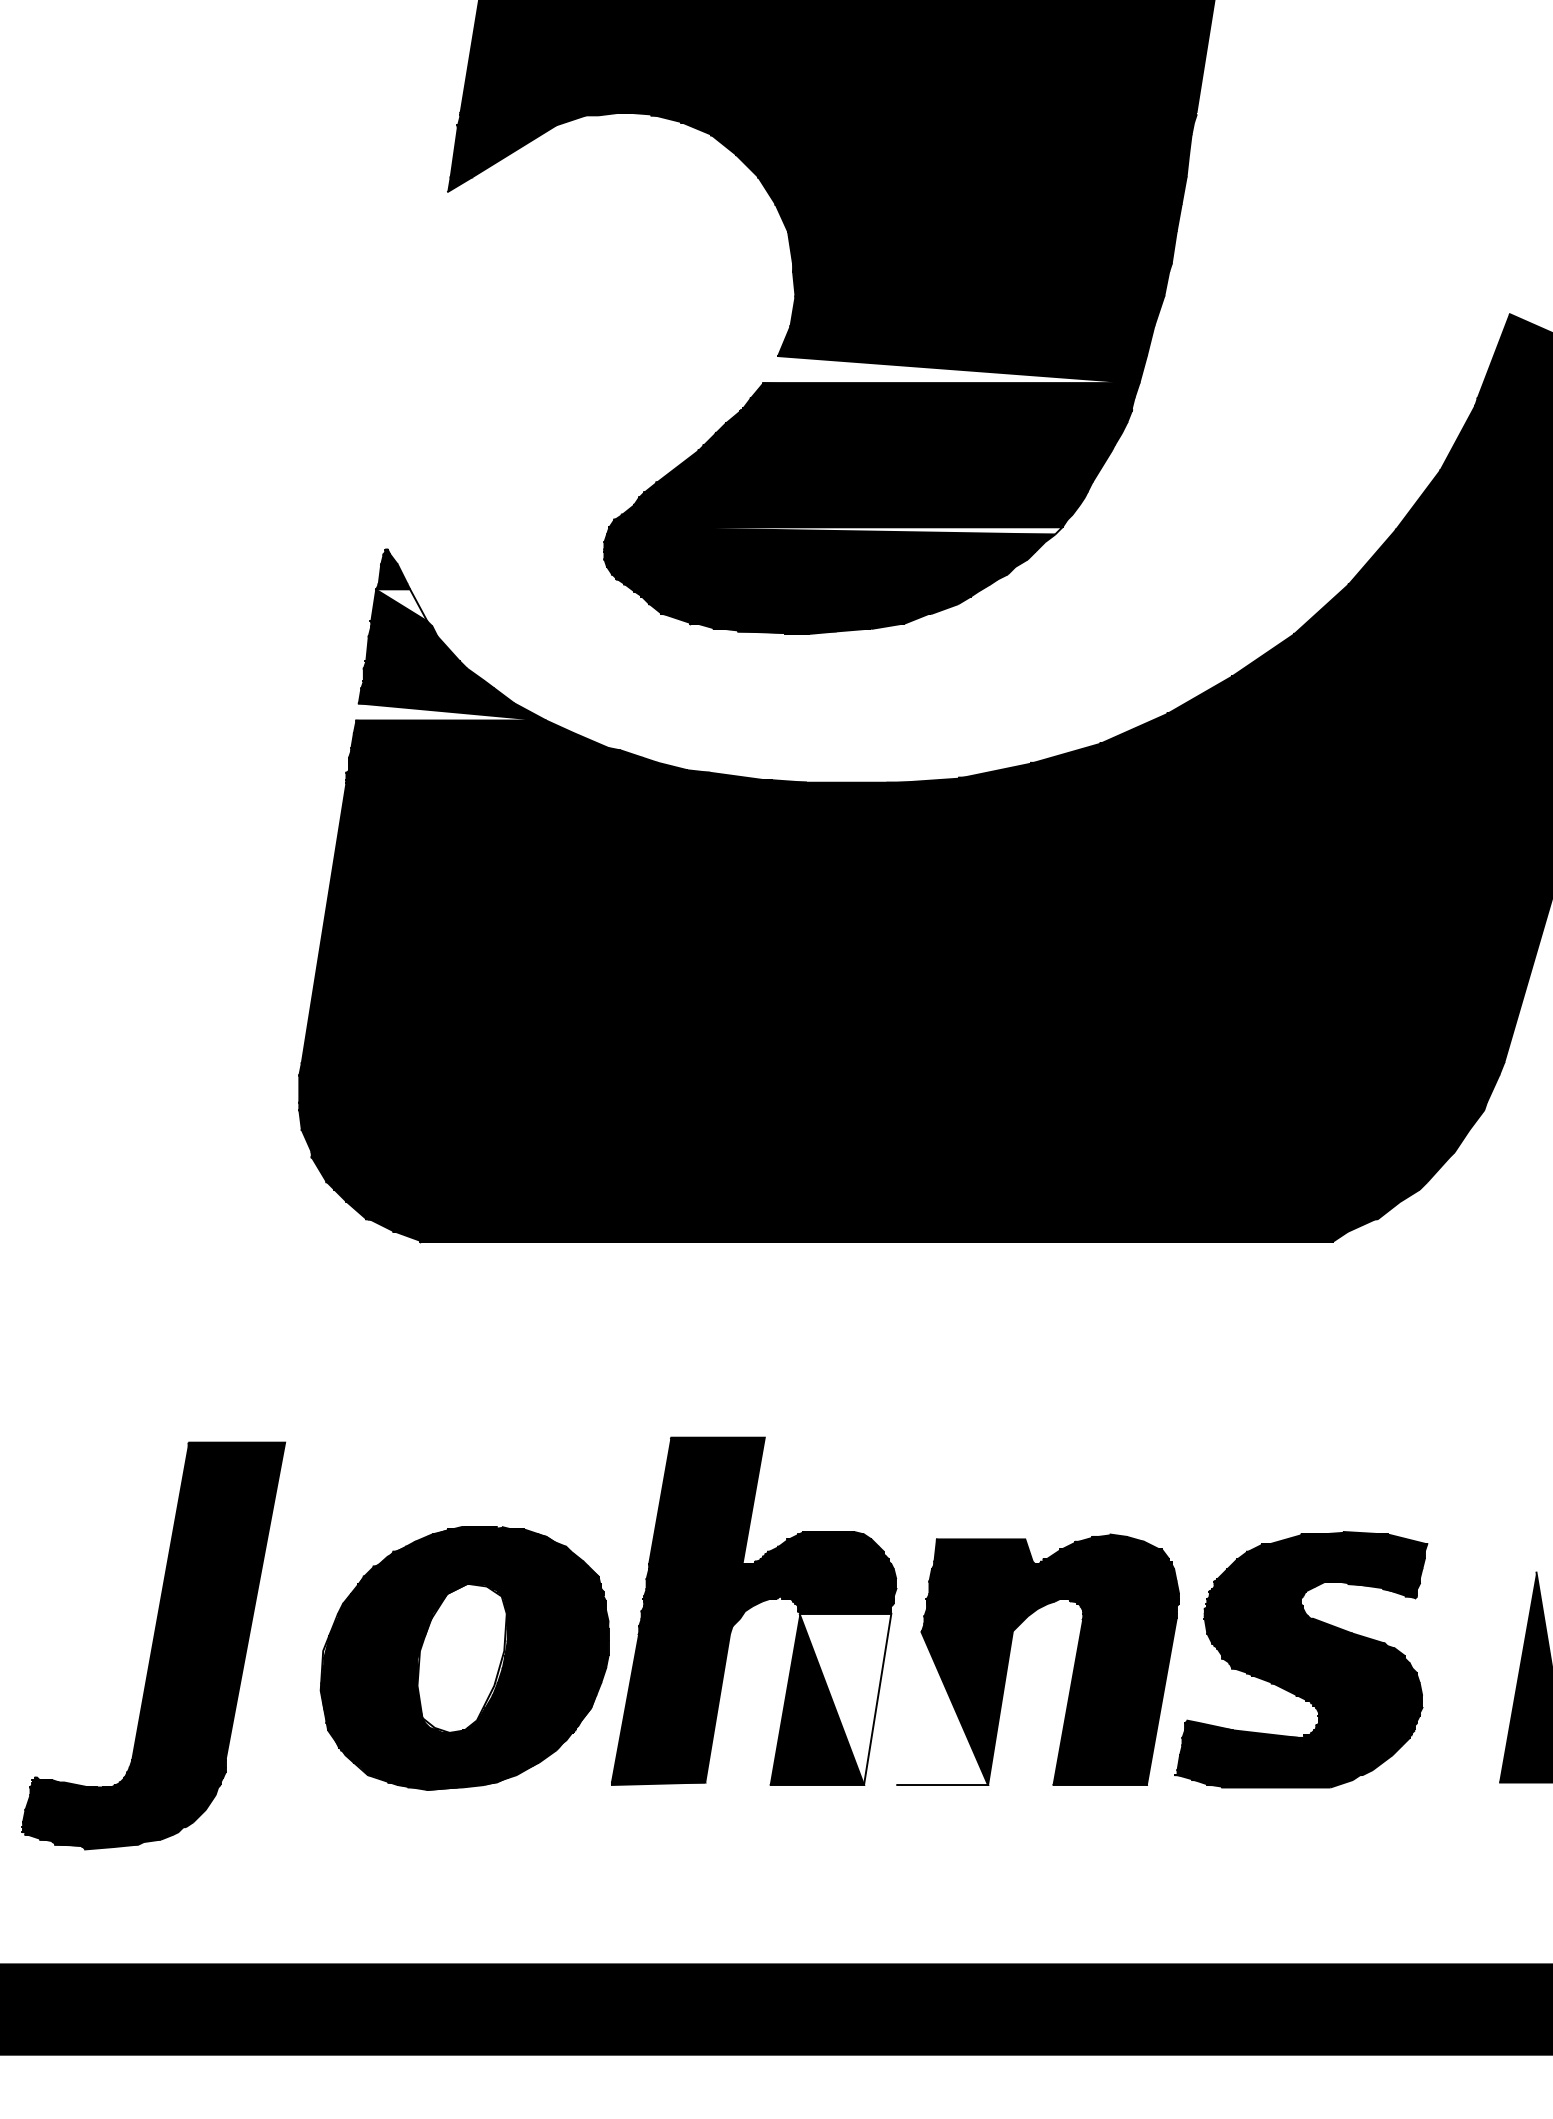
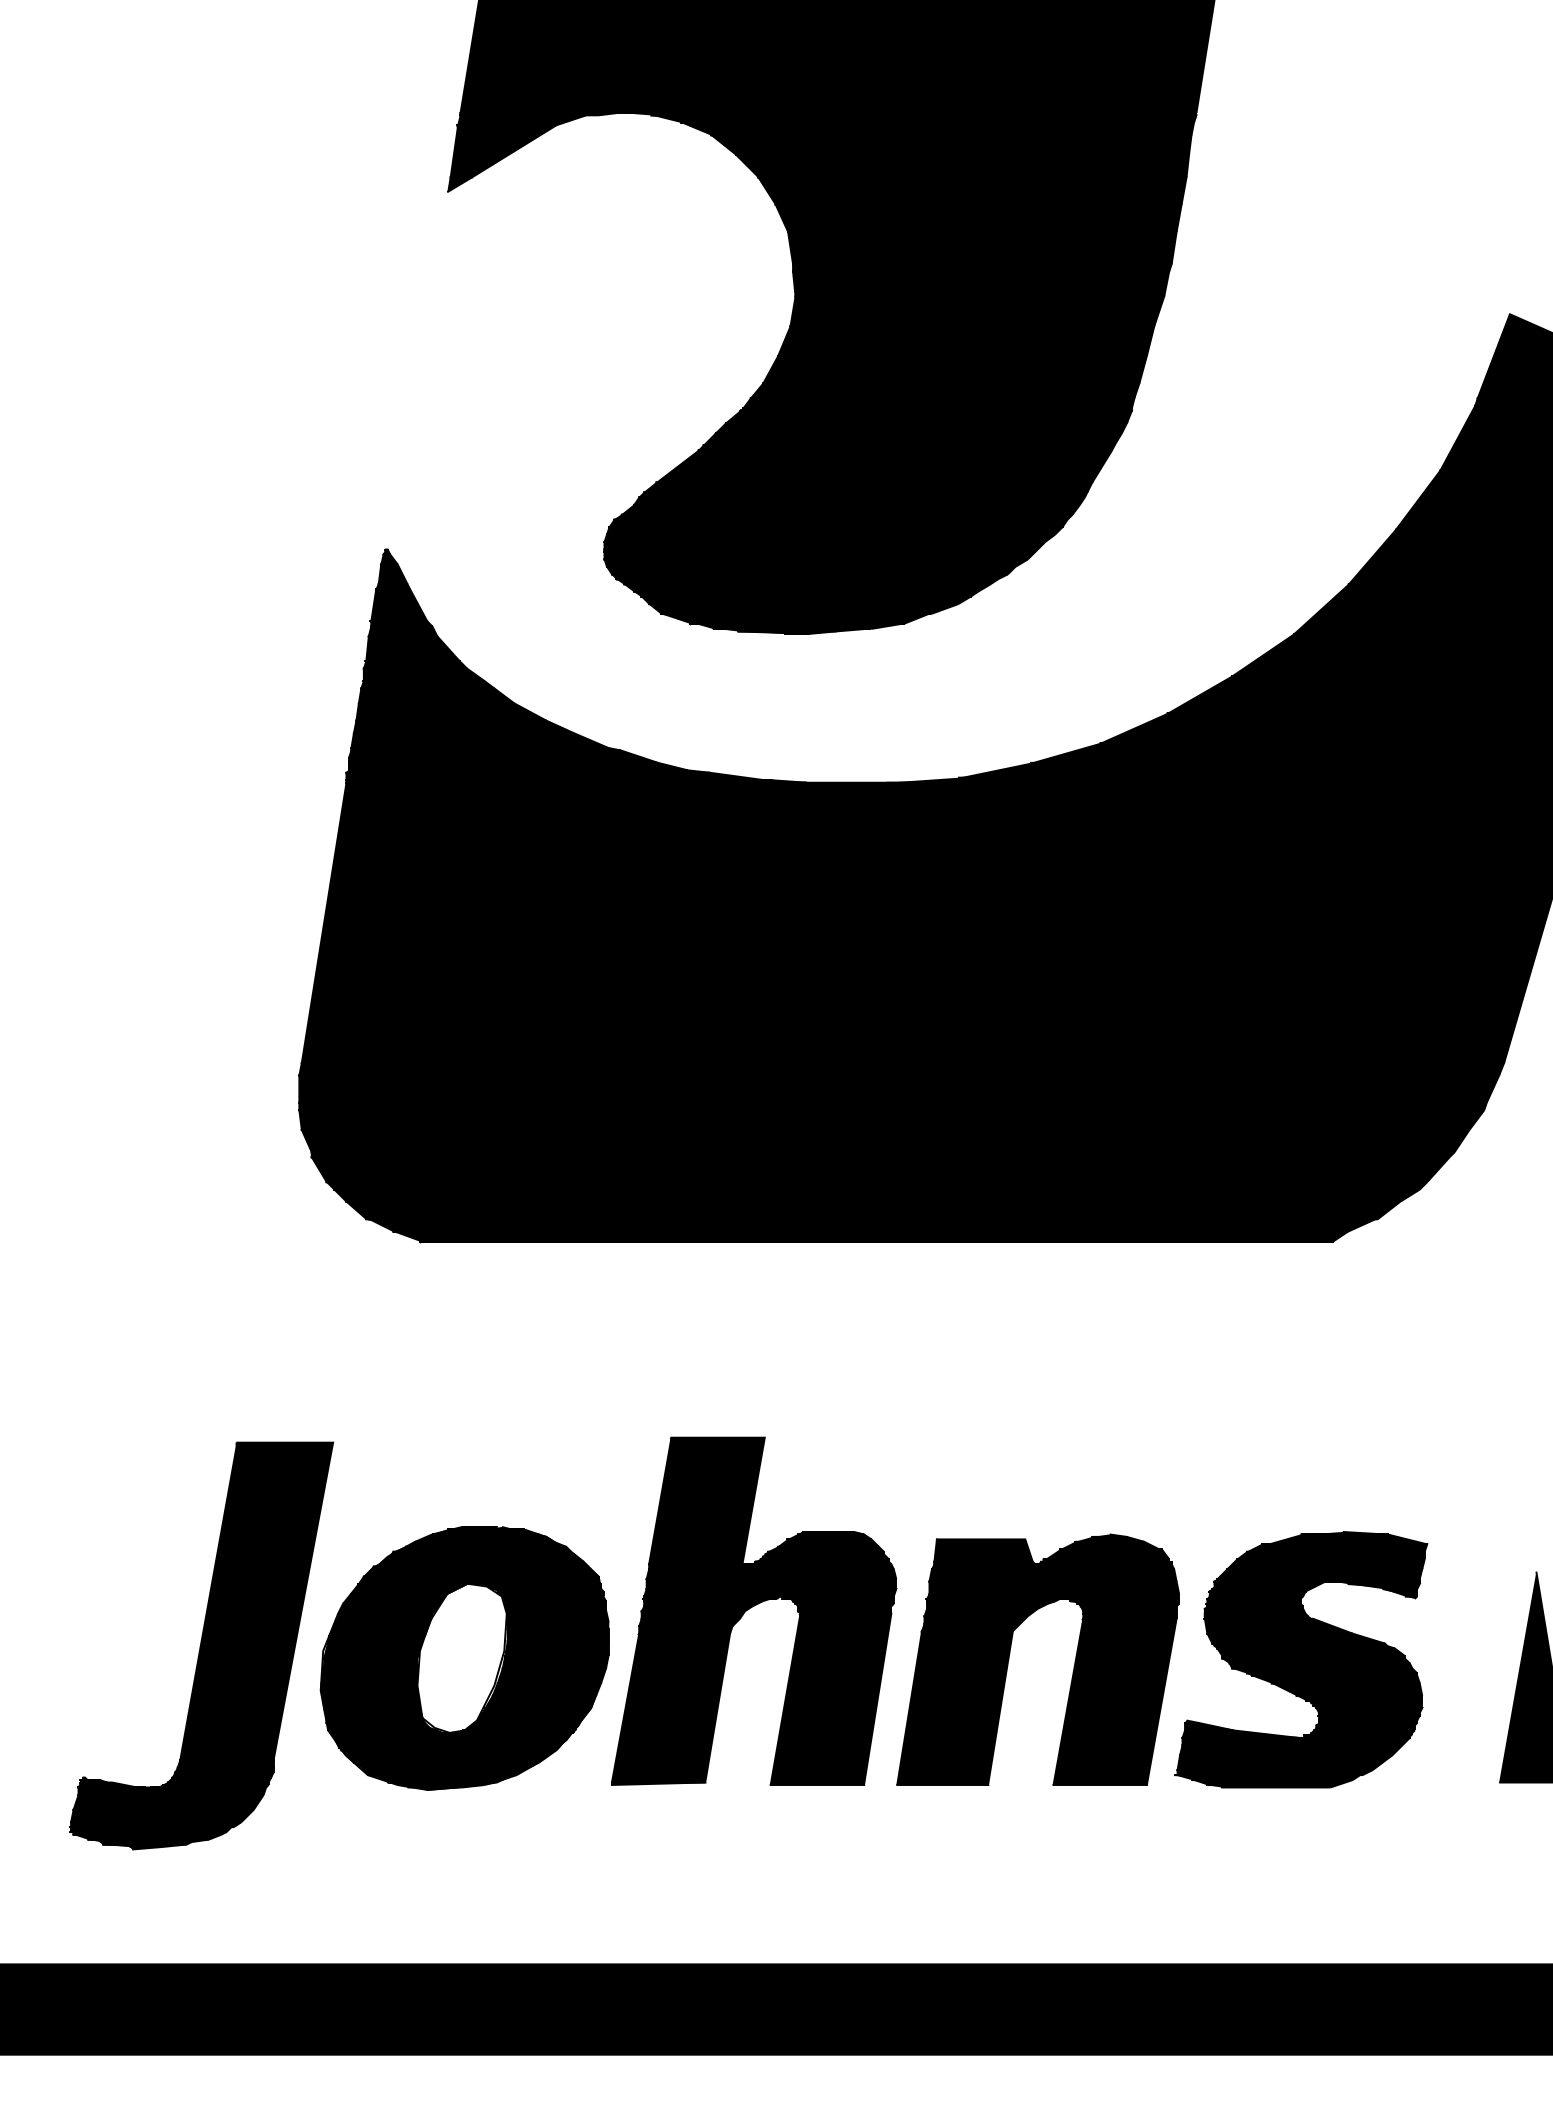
fill at (950, 369): none -> present
fill at (835, 530): none -> present
fill at (401, 605): none -> present
fill at (450, 711): none -> present
part at (153, 1645) position: (153, 1645) -> (201, 1645)
fill at (845, 1699): none -> present
fill at (942, 1708): none -> present
